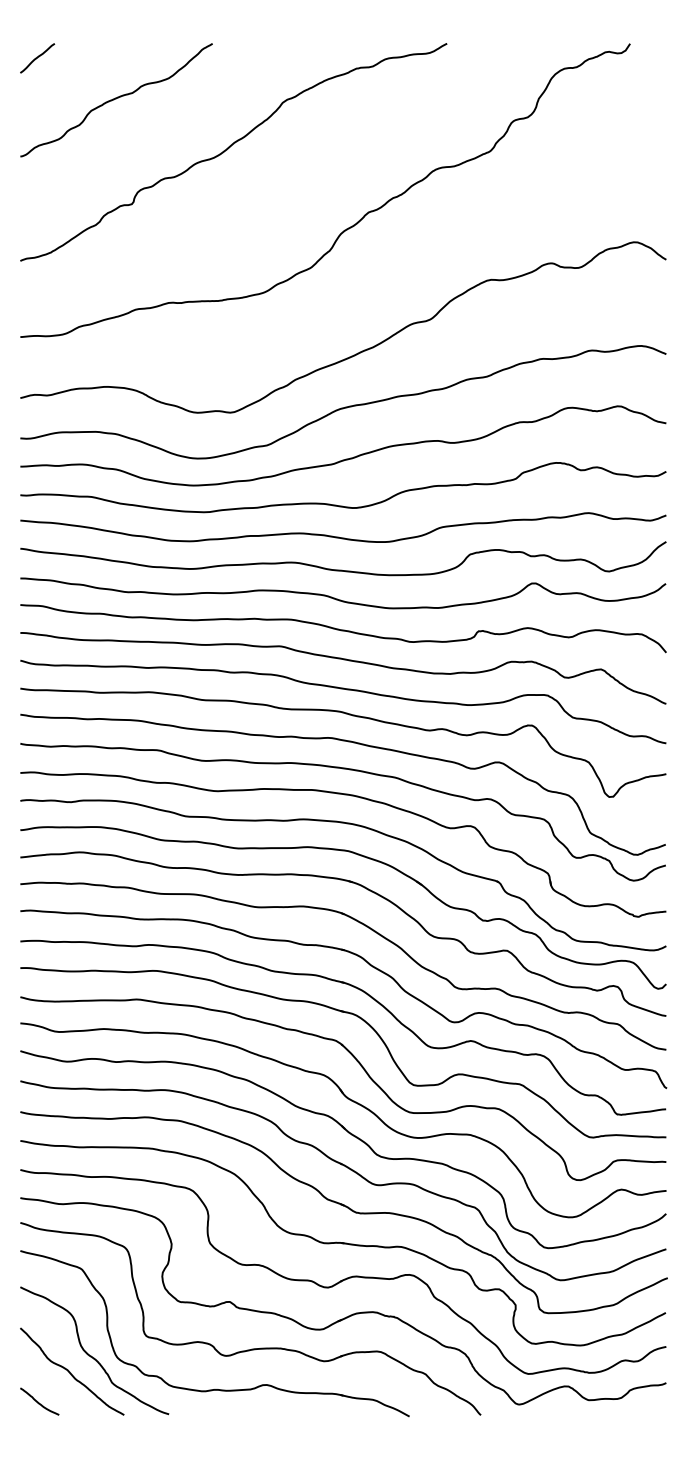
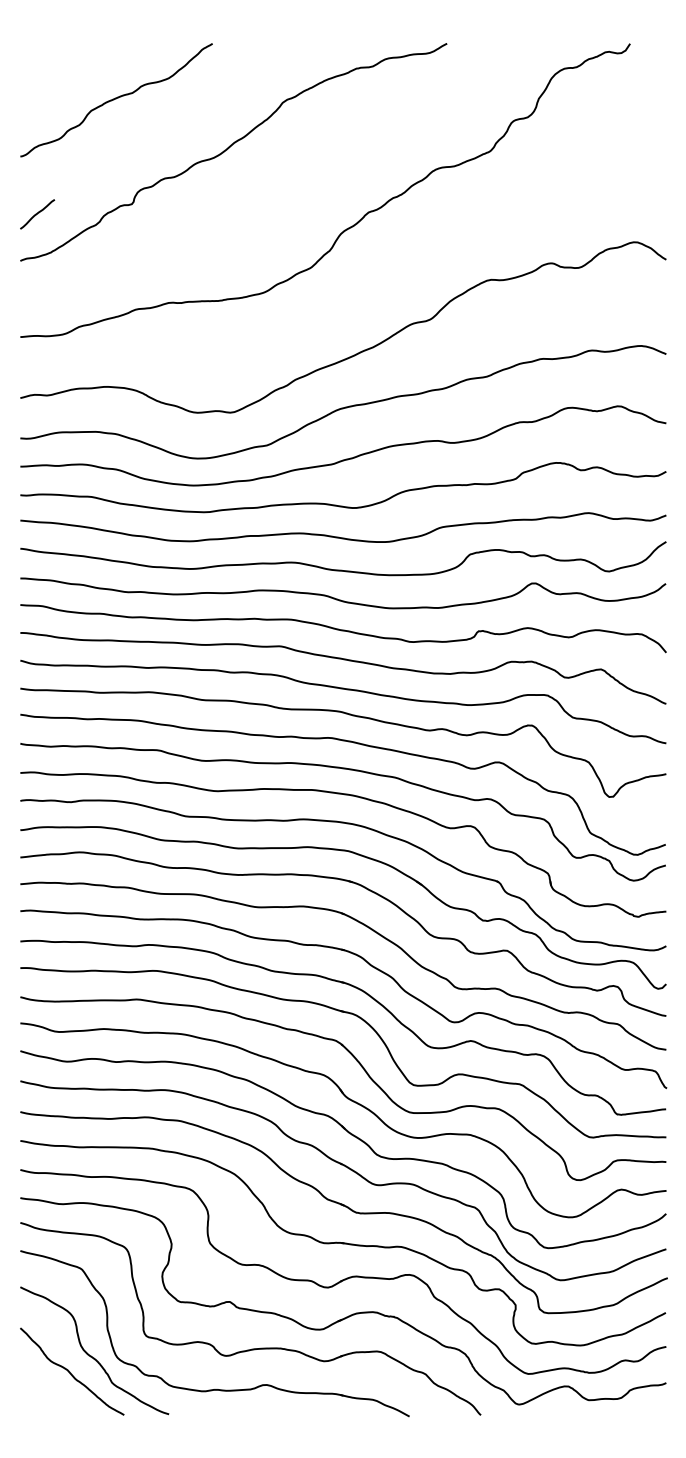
line at (37, 58) position: (37, 58) -> (37, 214)
curve at (38, 1401): present -> none
